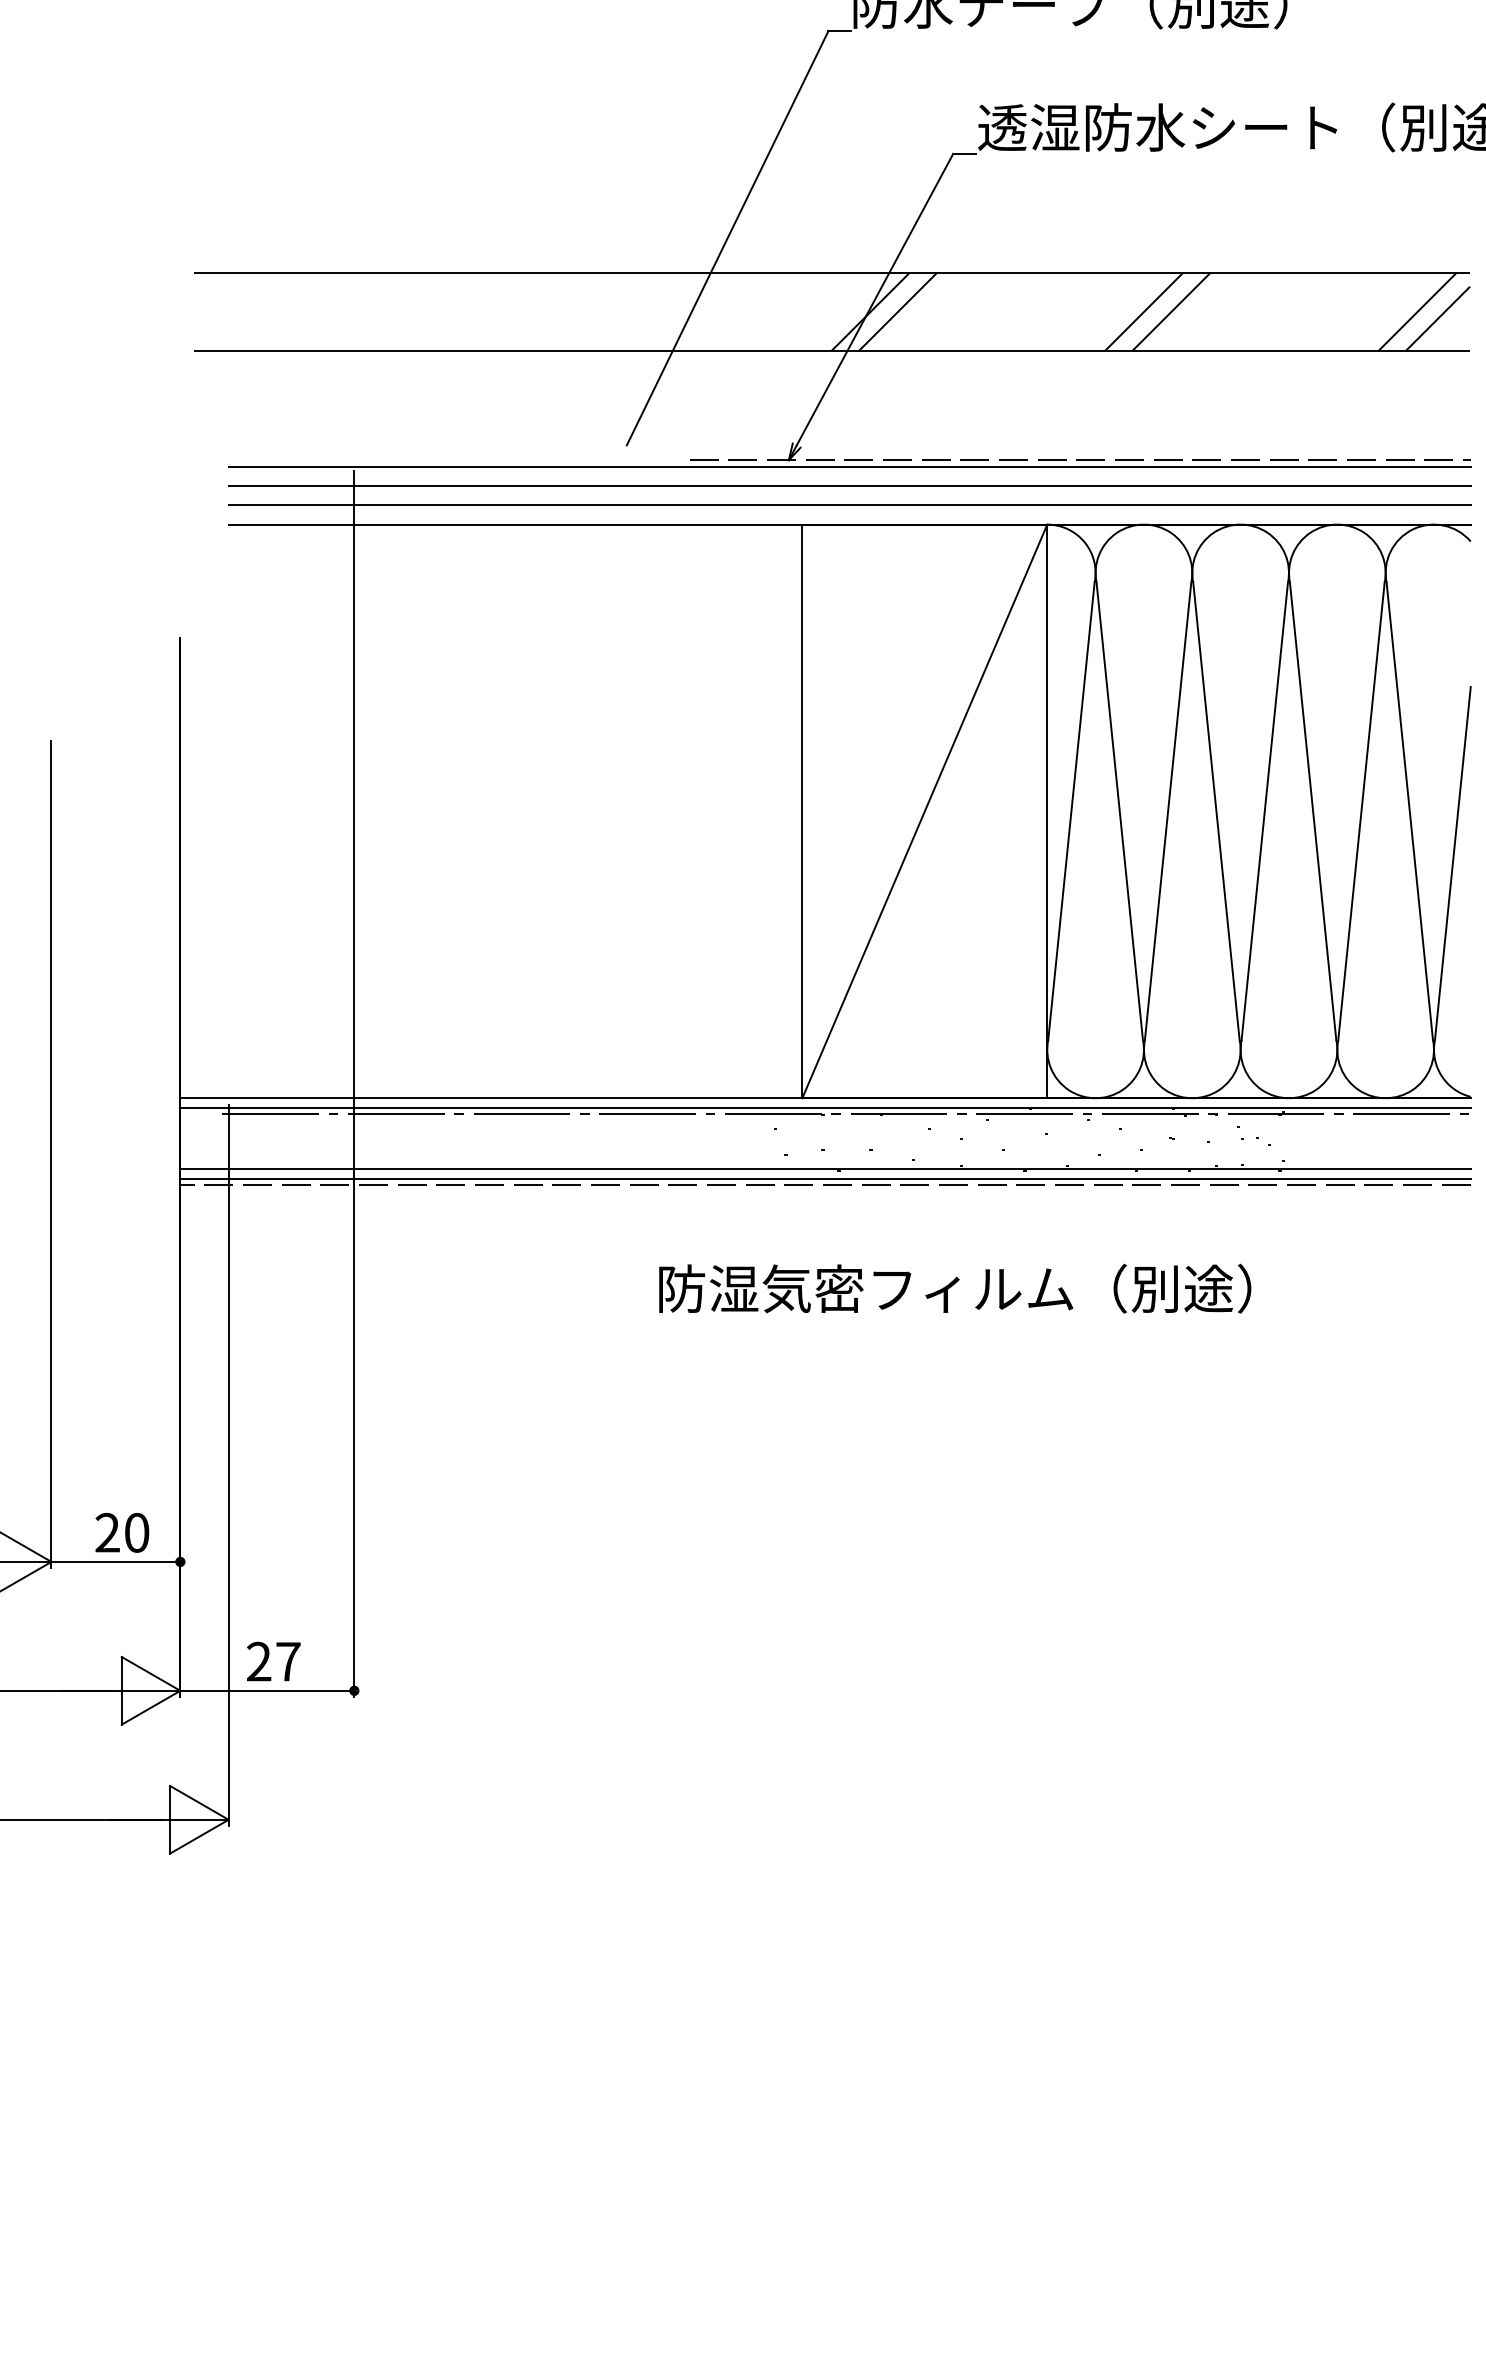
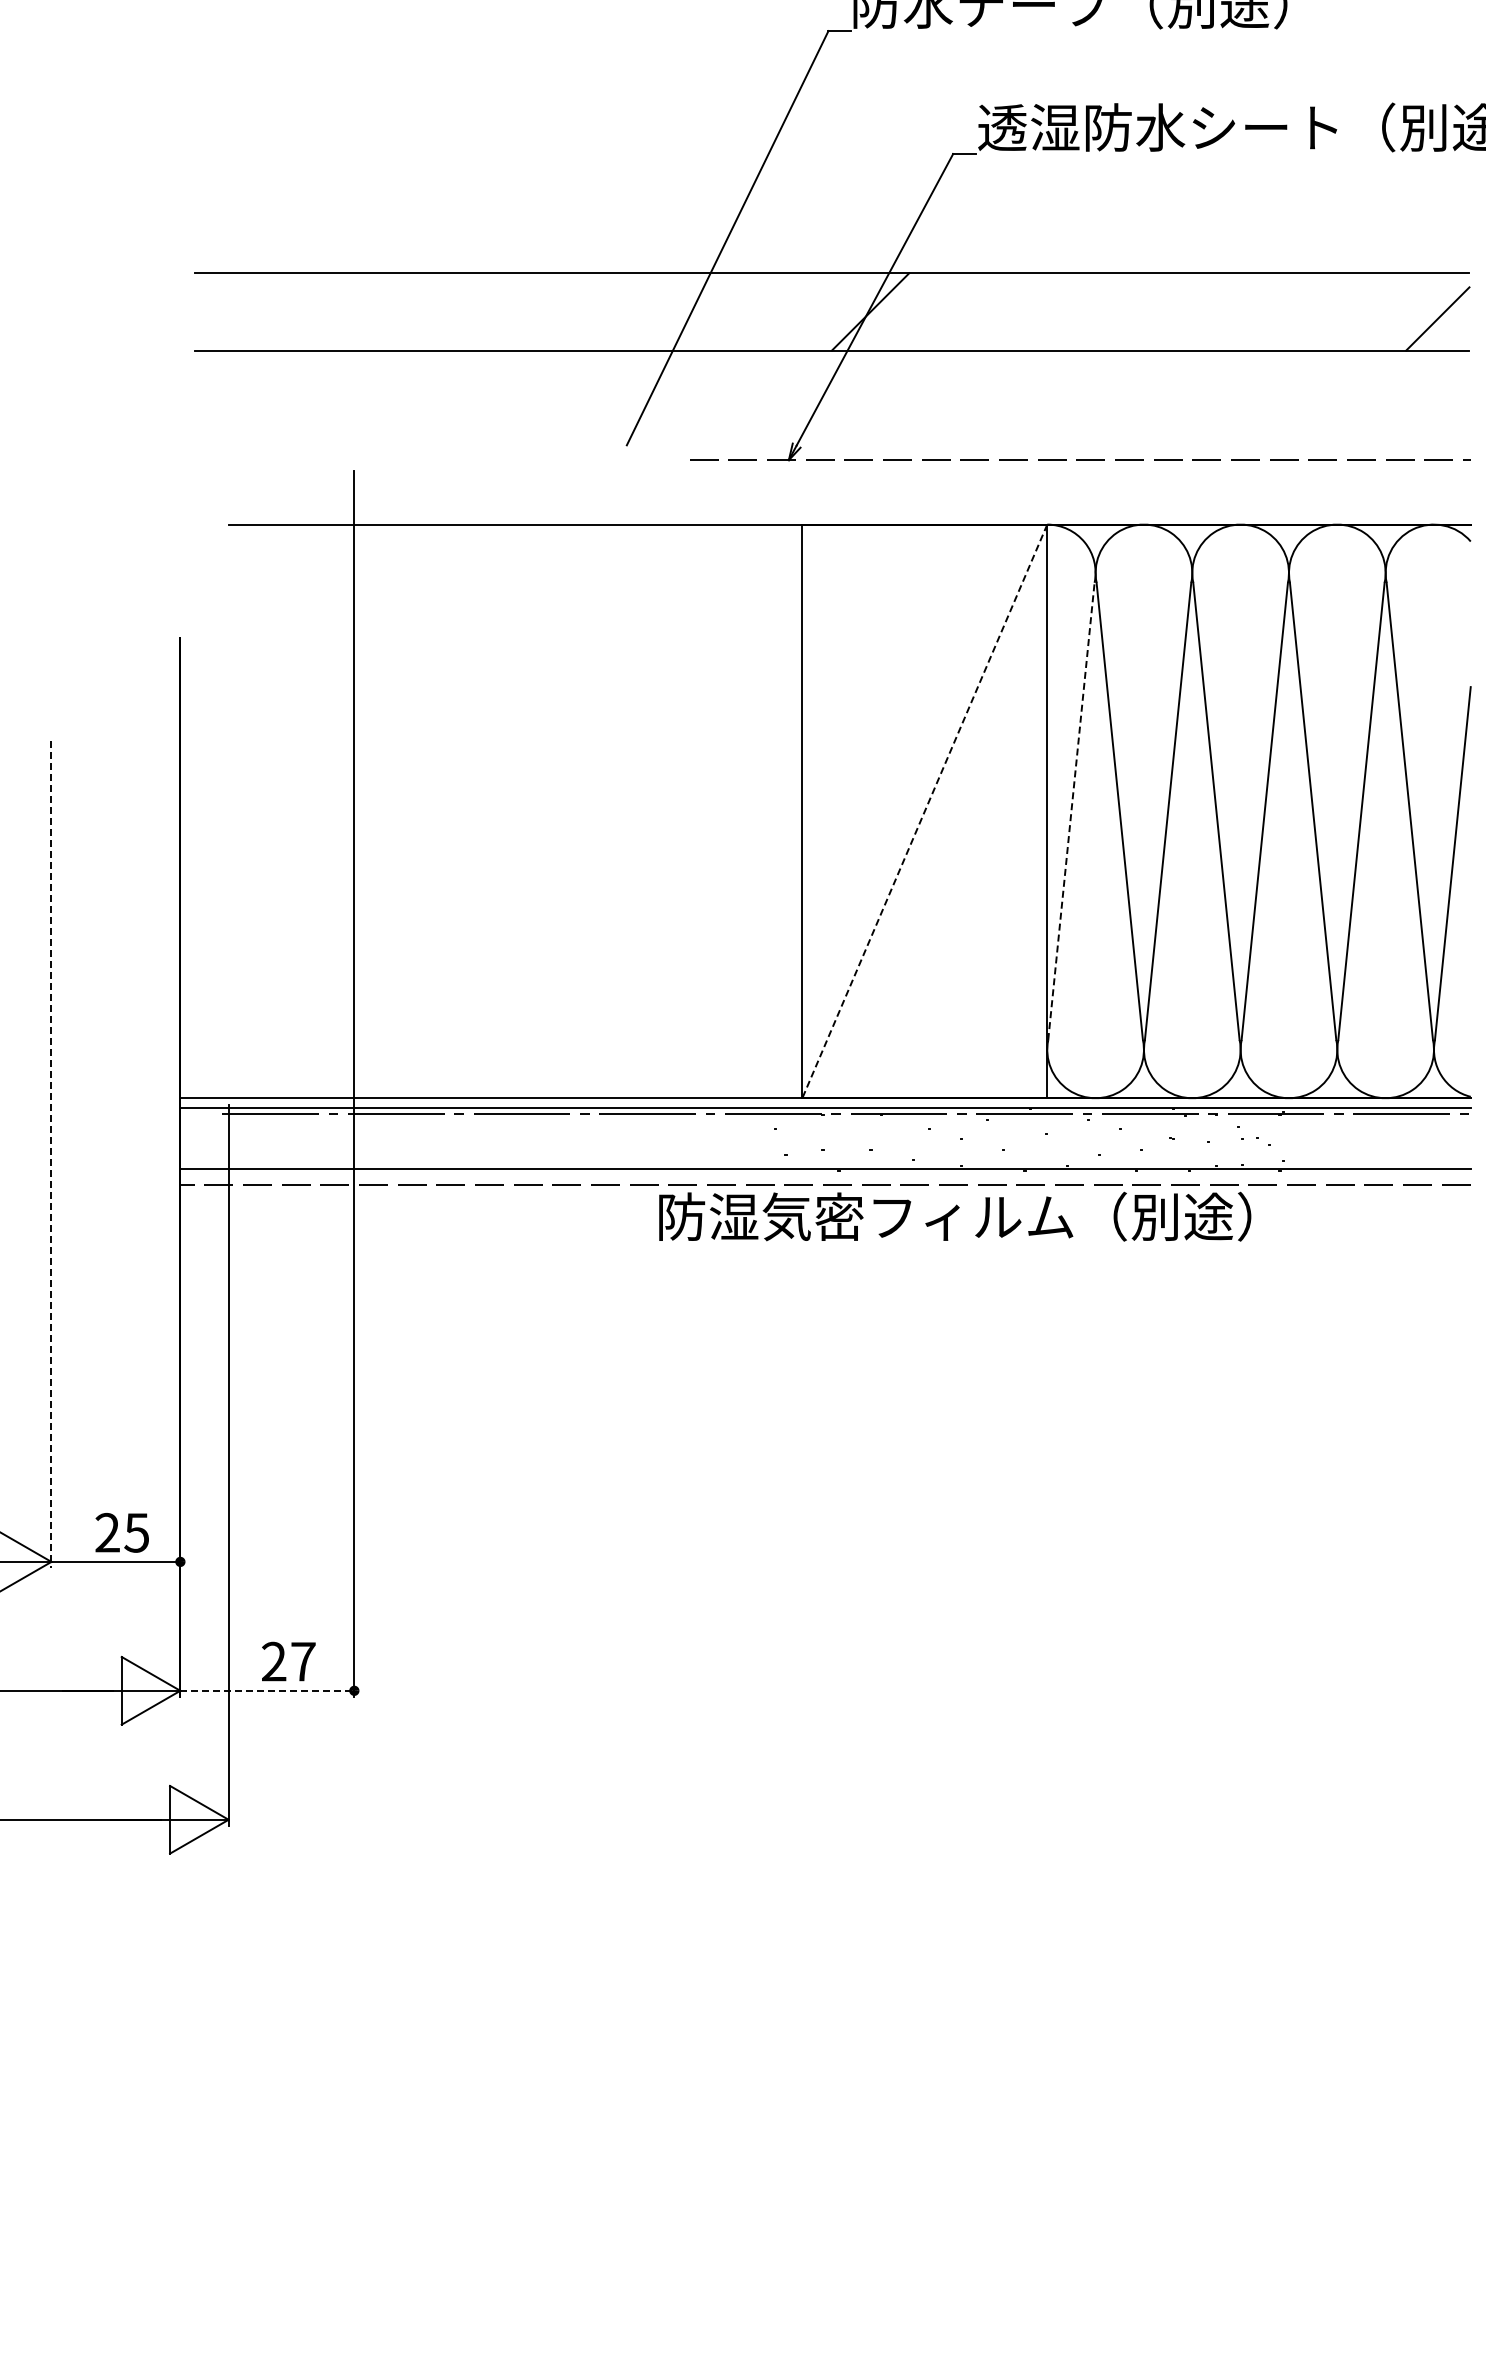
line at (897, 311): present -> none
line at (1143, 311): present -> none
line at (1171, 311): present -> none
line at (1417, 311): present -> none
line at (849, 466): present -> none
line at (849, 485): present -> none
line at (849, 505): present -> none
line at (924, 811): solid -> dashed
line at (1071, 811): solid -> dashed
line at (51, 1154): solid -> dashed
line at (825, 1178): present -> none
text at (955, 1288) position: (955, 1288) -> (955, 1216)
text at (136, 1532): 20 -> 25
text at (273, 1661) position: (273, 1661) -> (288, 1661)
line at (267, 1690): solid -> dashed
